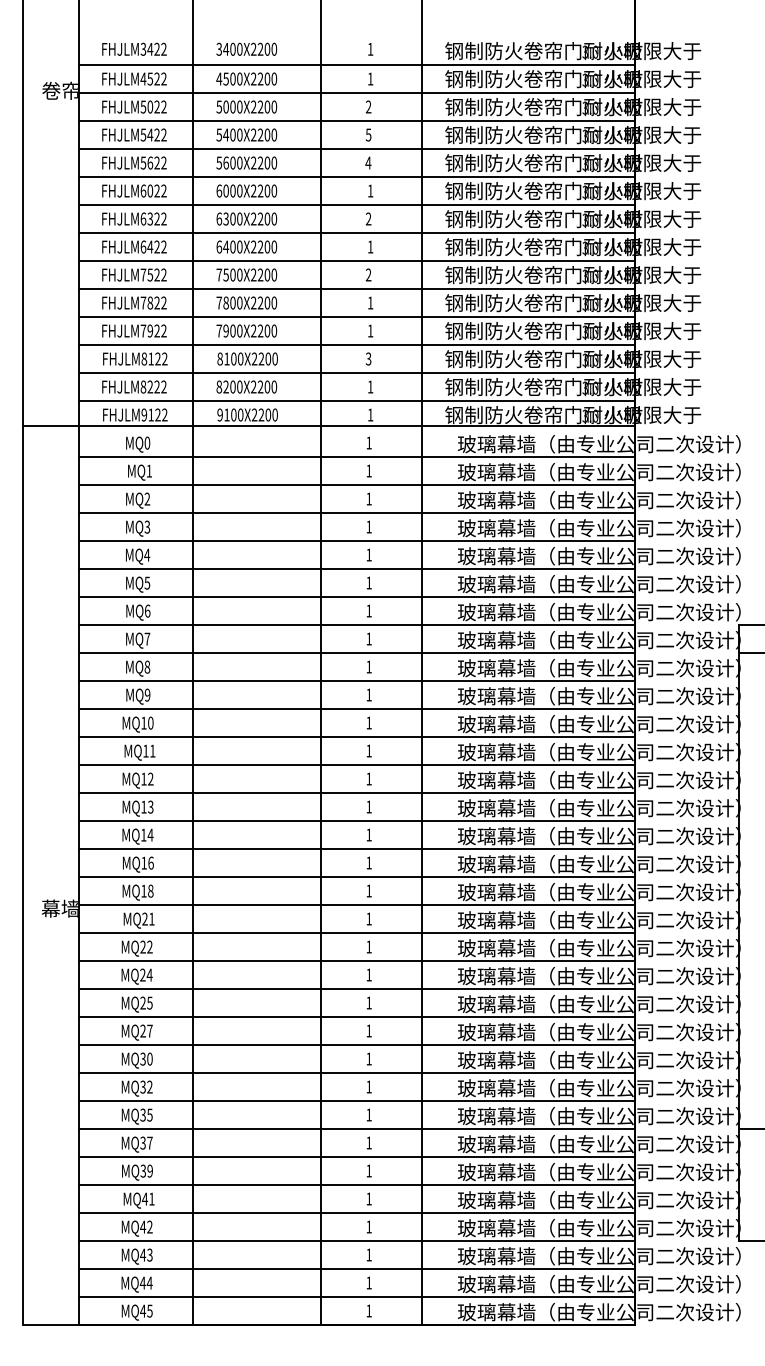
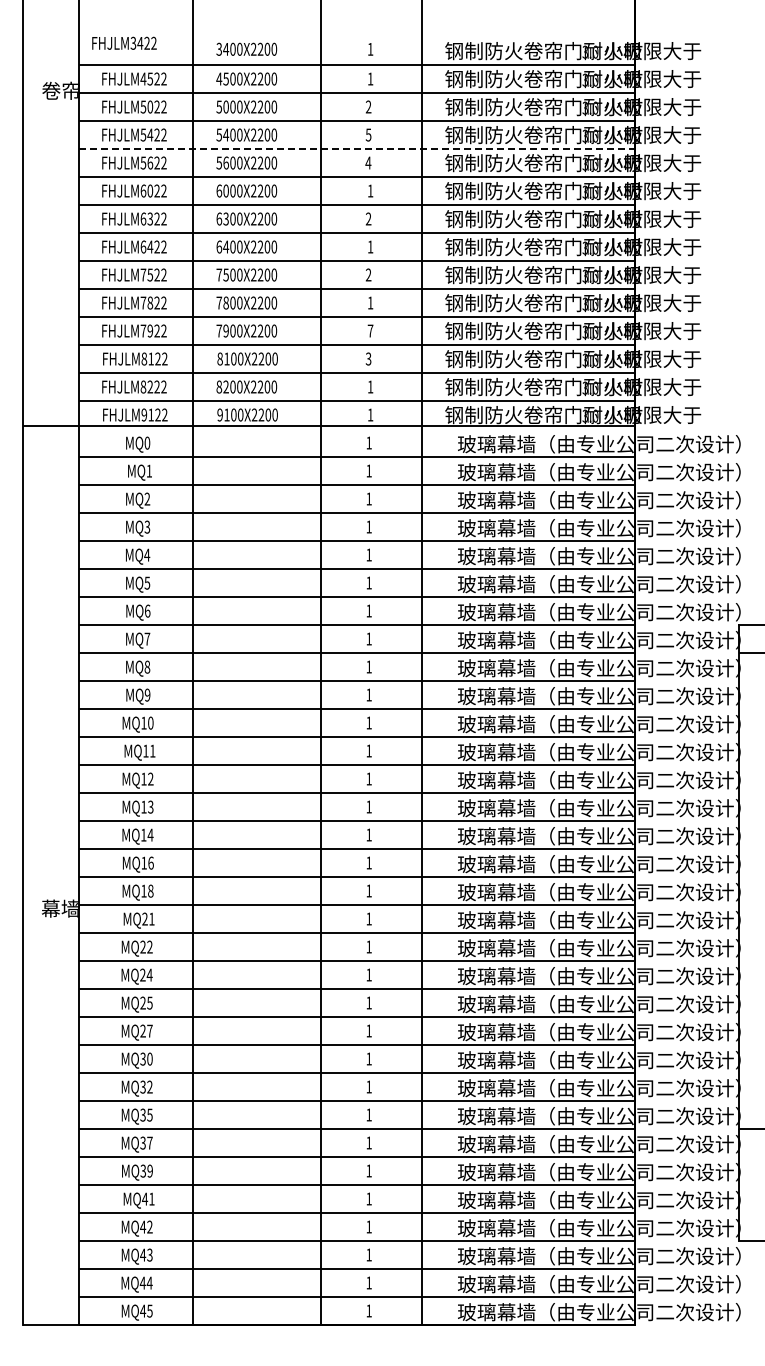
text at (134, 48) position: (134, 48) -> (124, 42)
line at (357, 149): solid -> dashed
text at (370, 330): 1 -> 7
